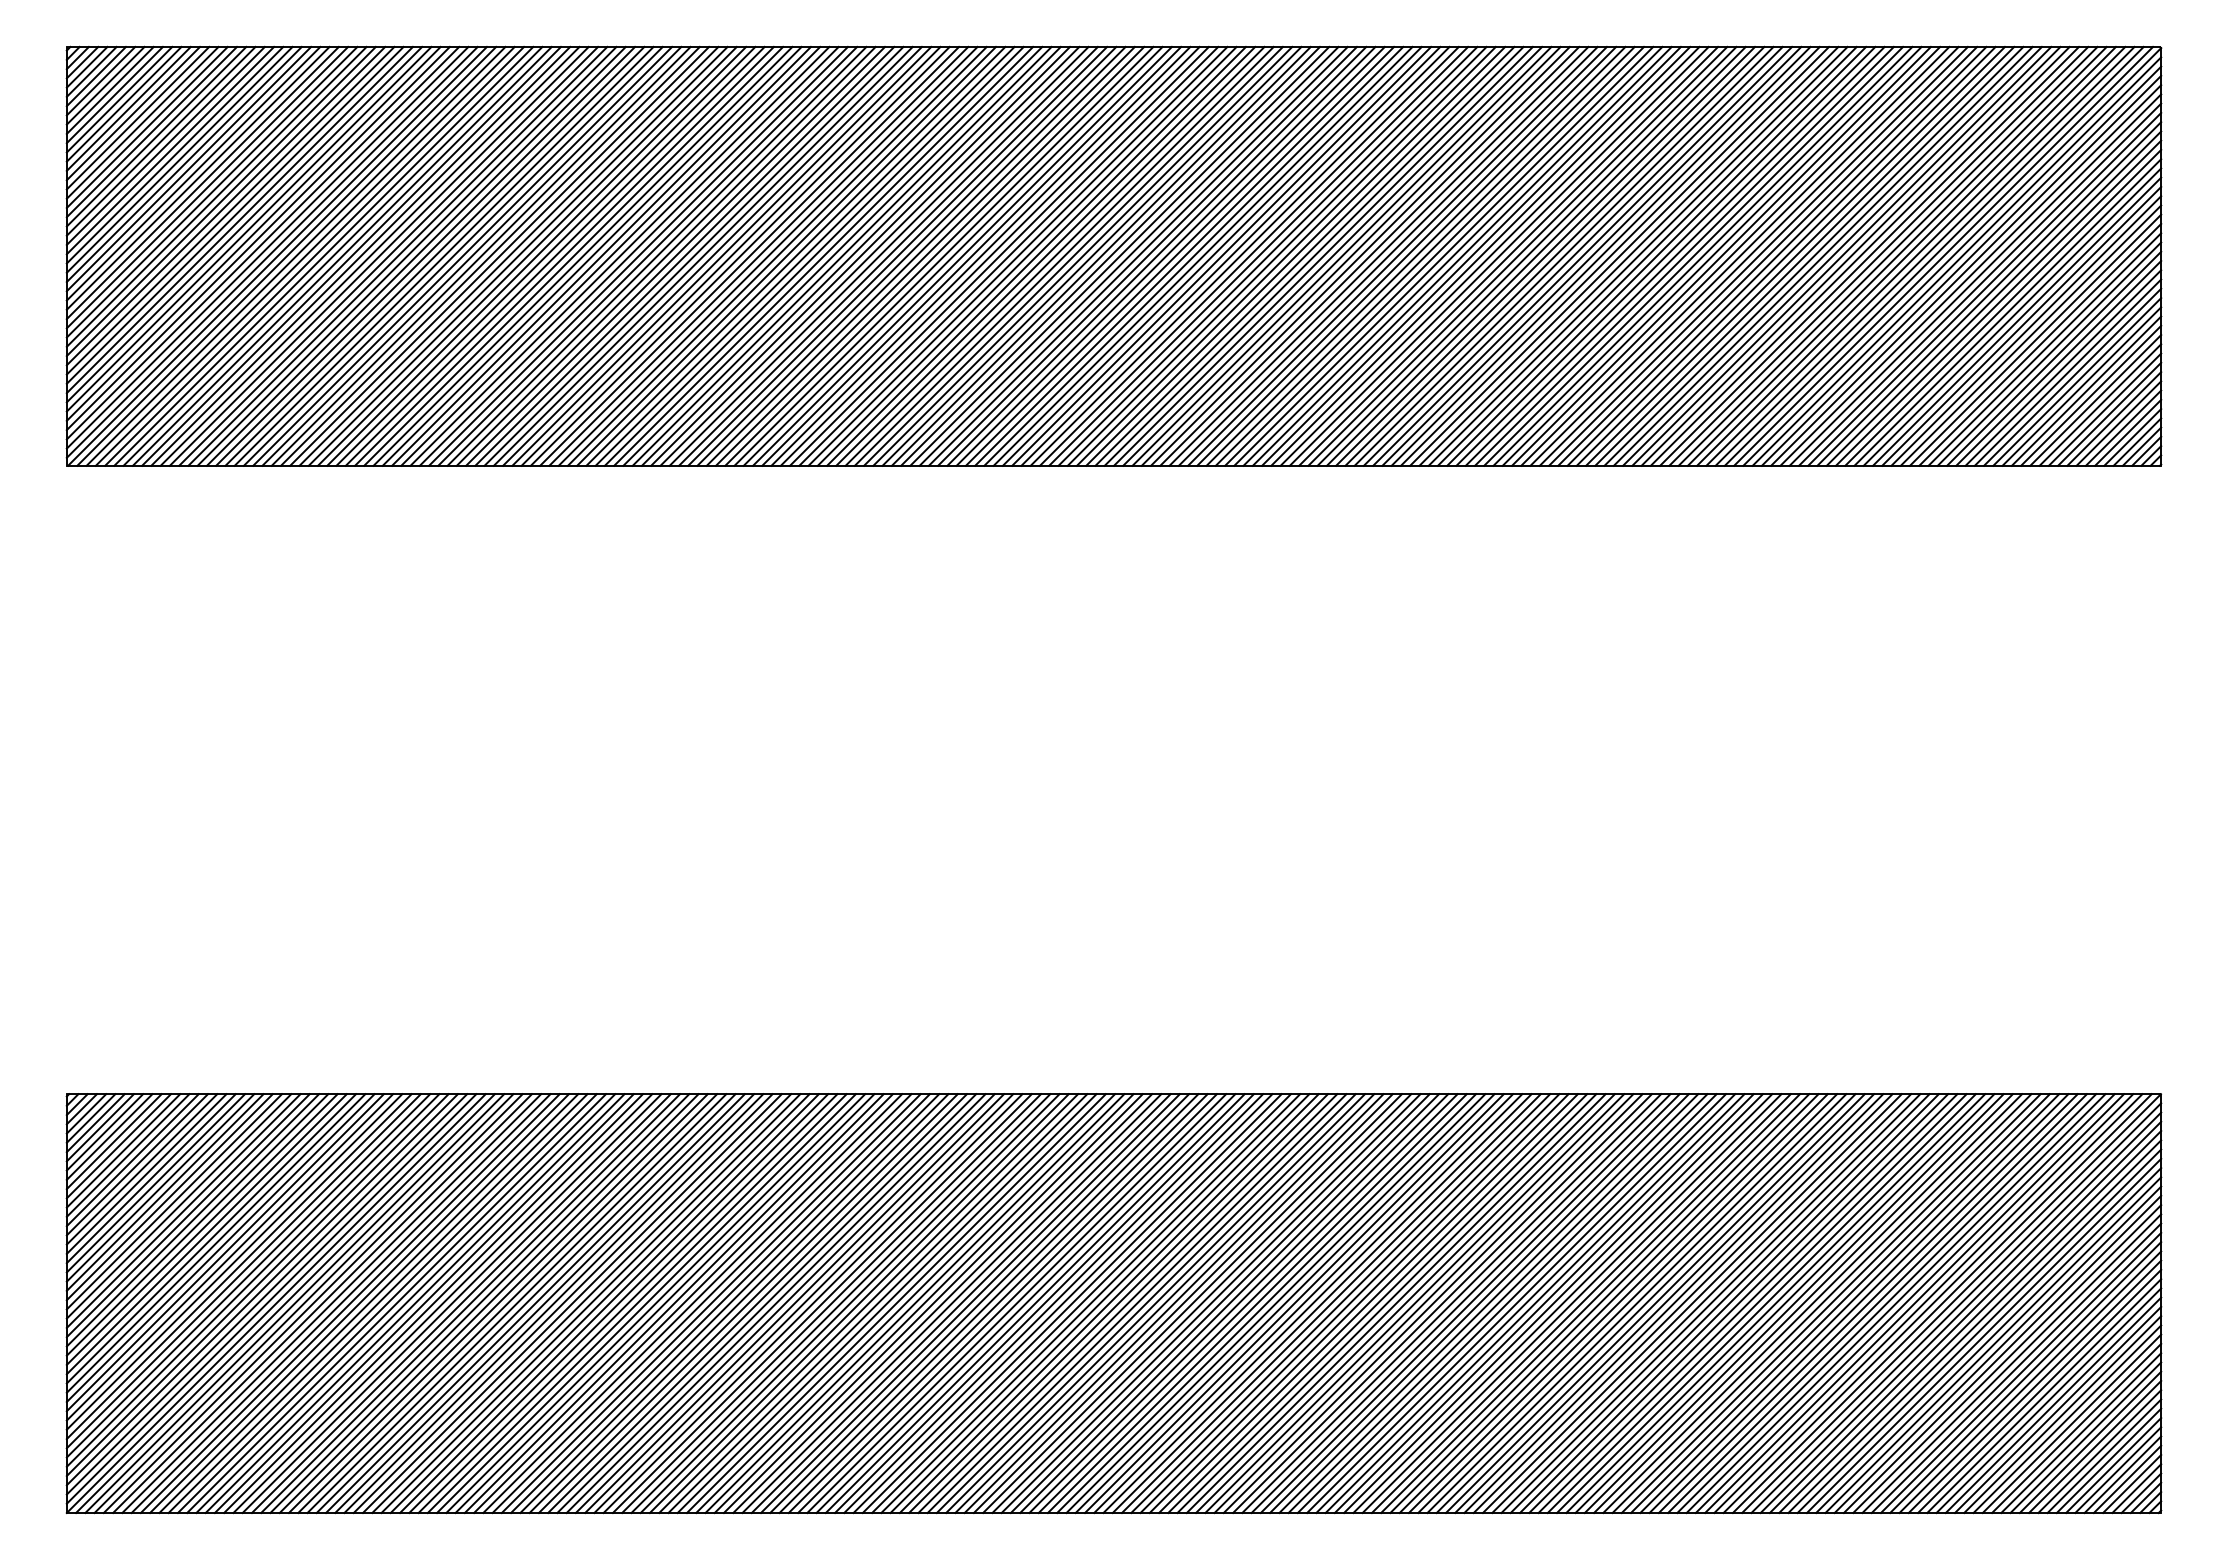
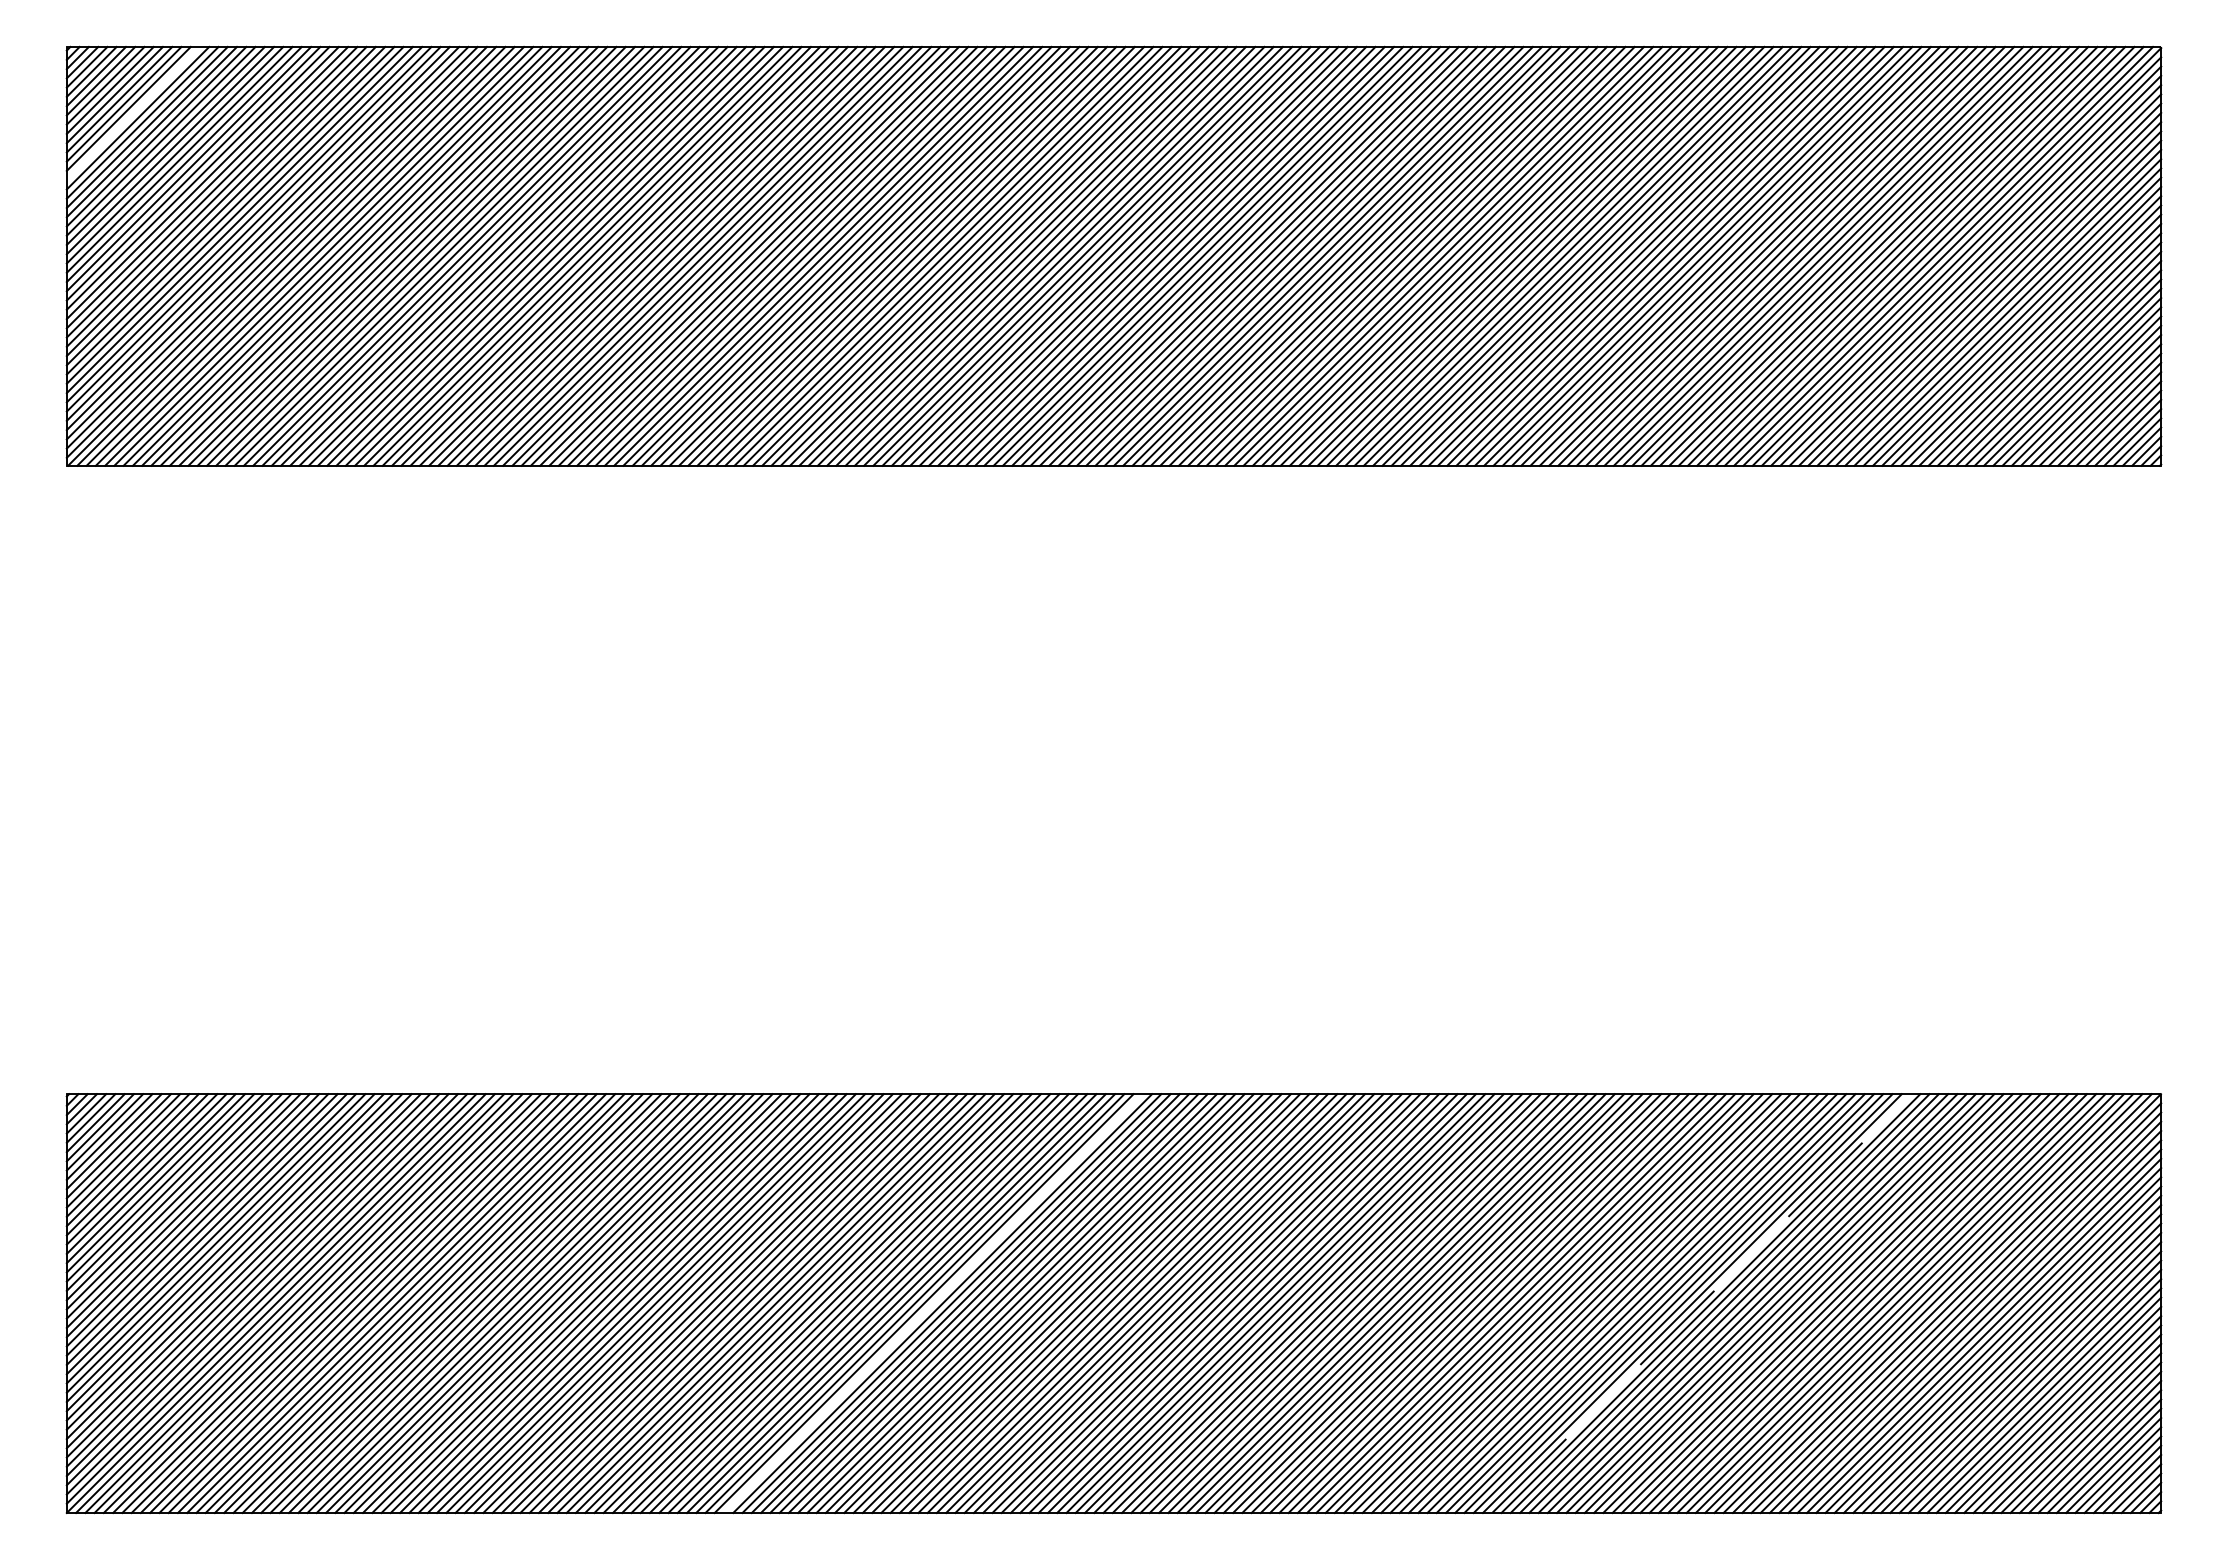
line at (133, 113): present -> none
line at (932, 1303): present -> none
line at (1702, 1303): solid -> dashed
